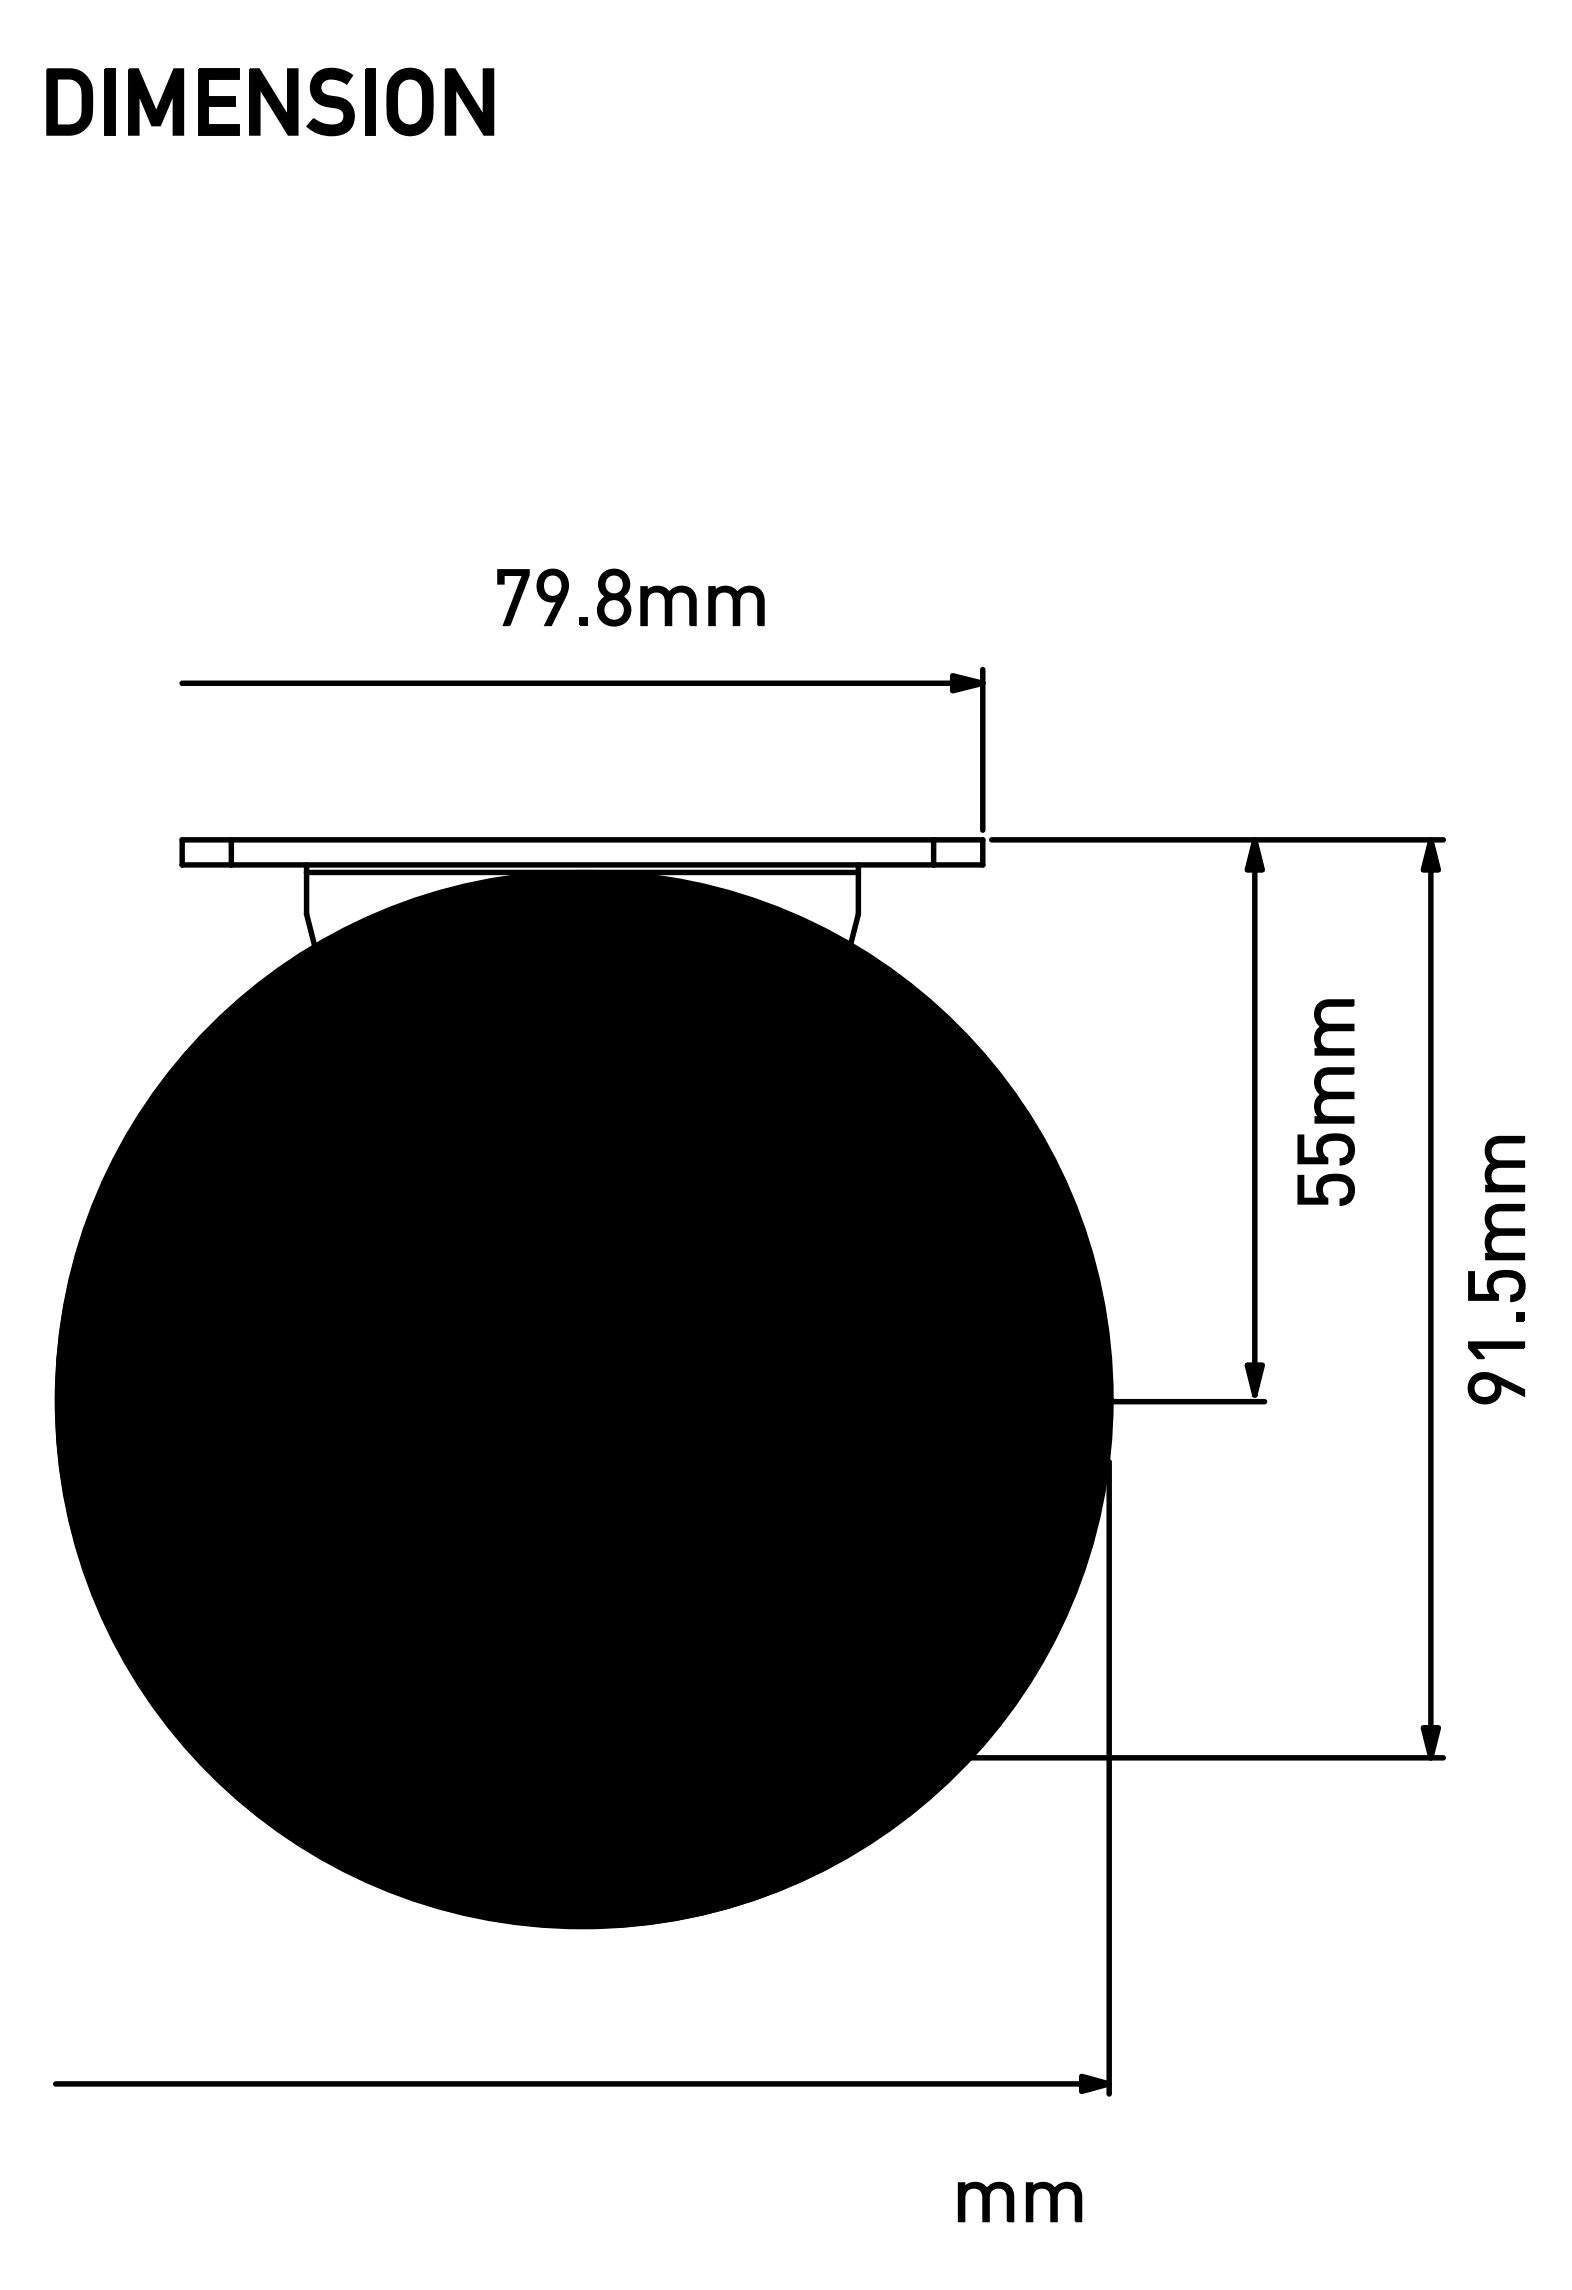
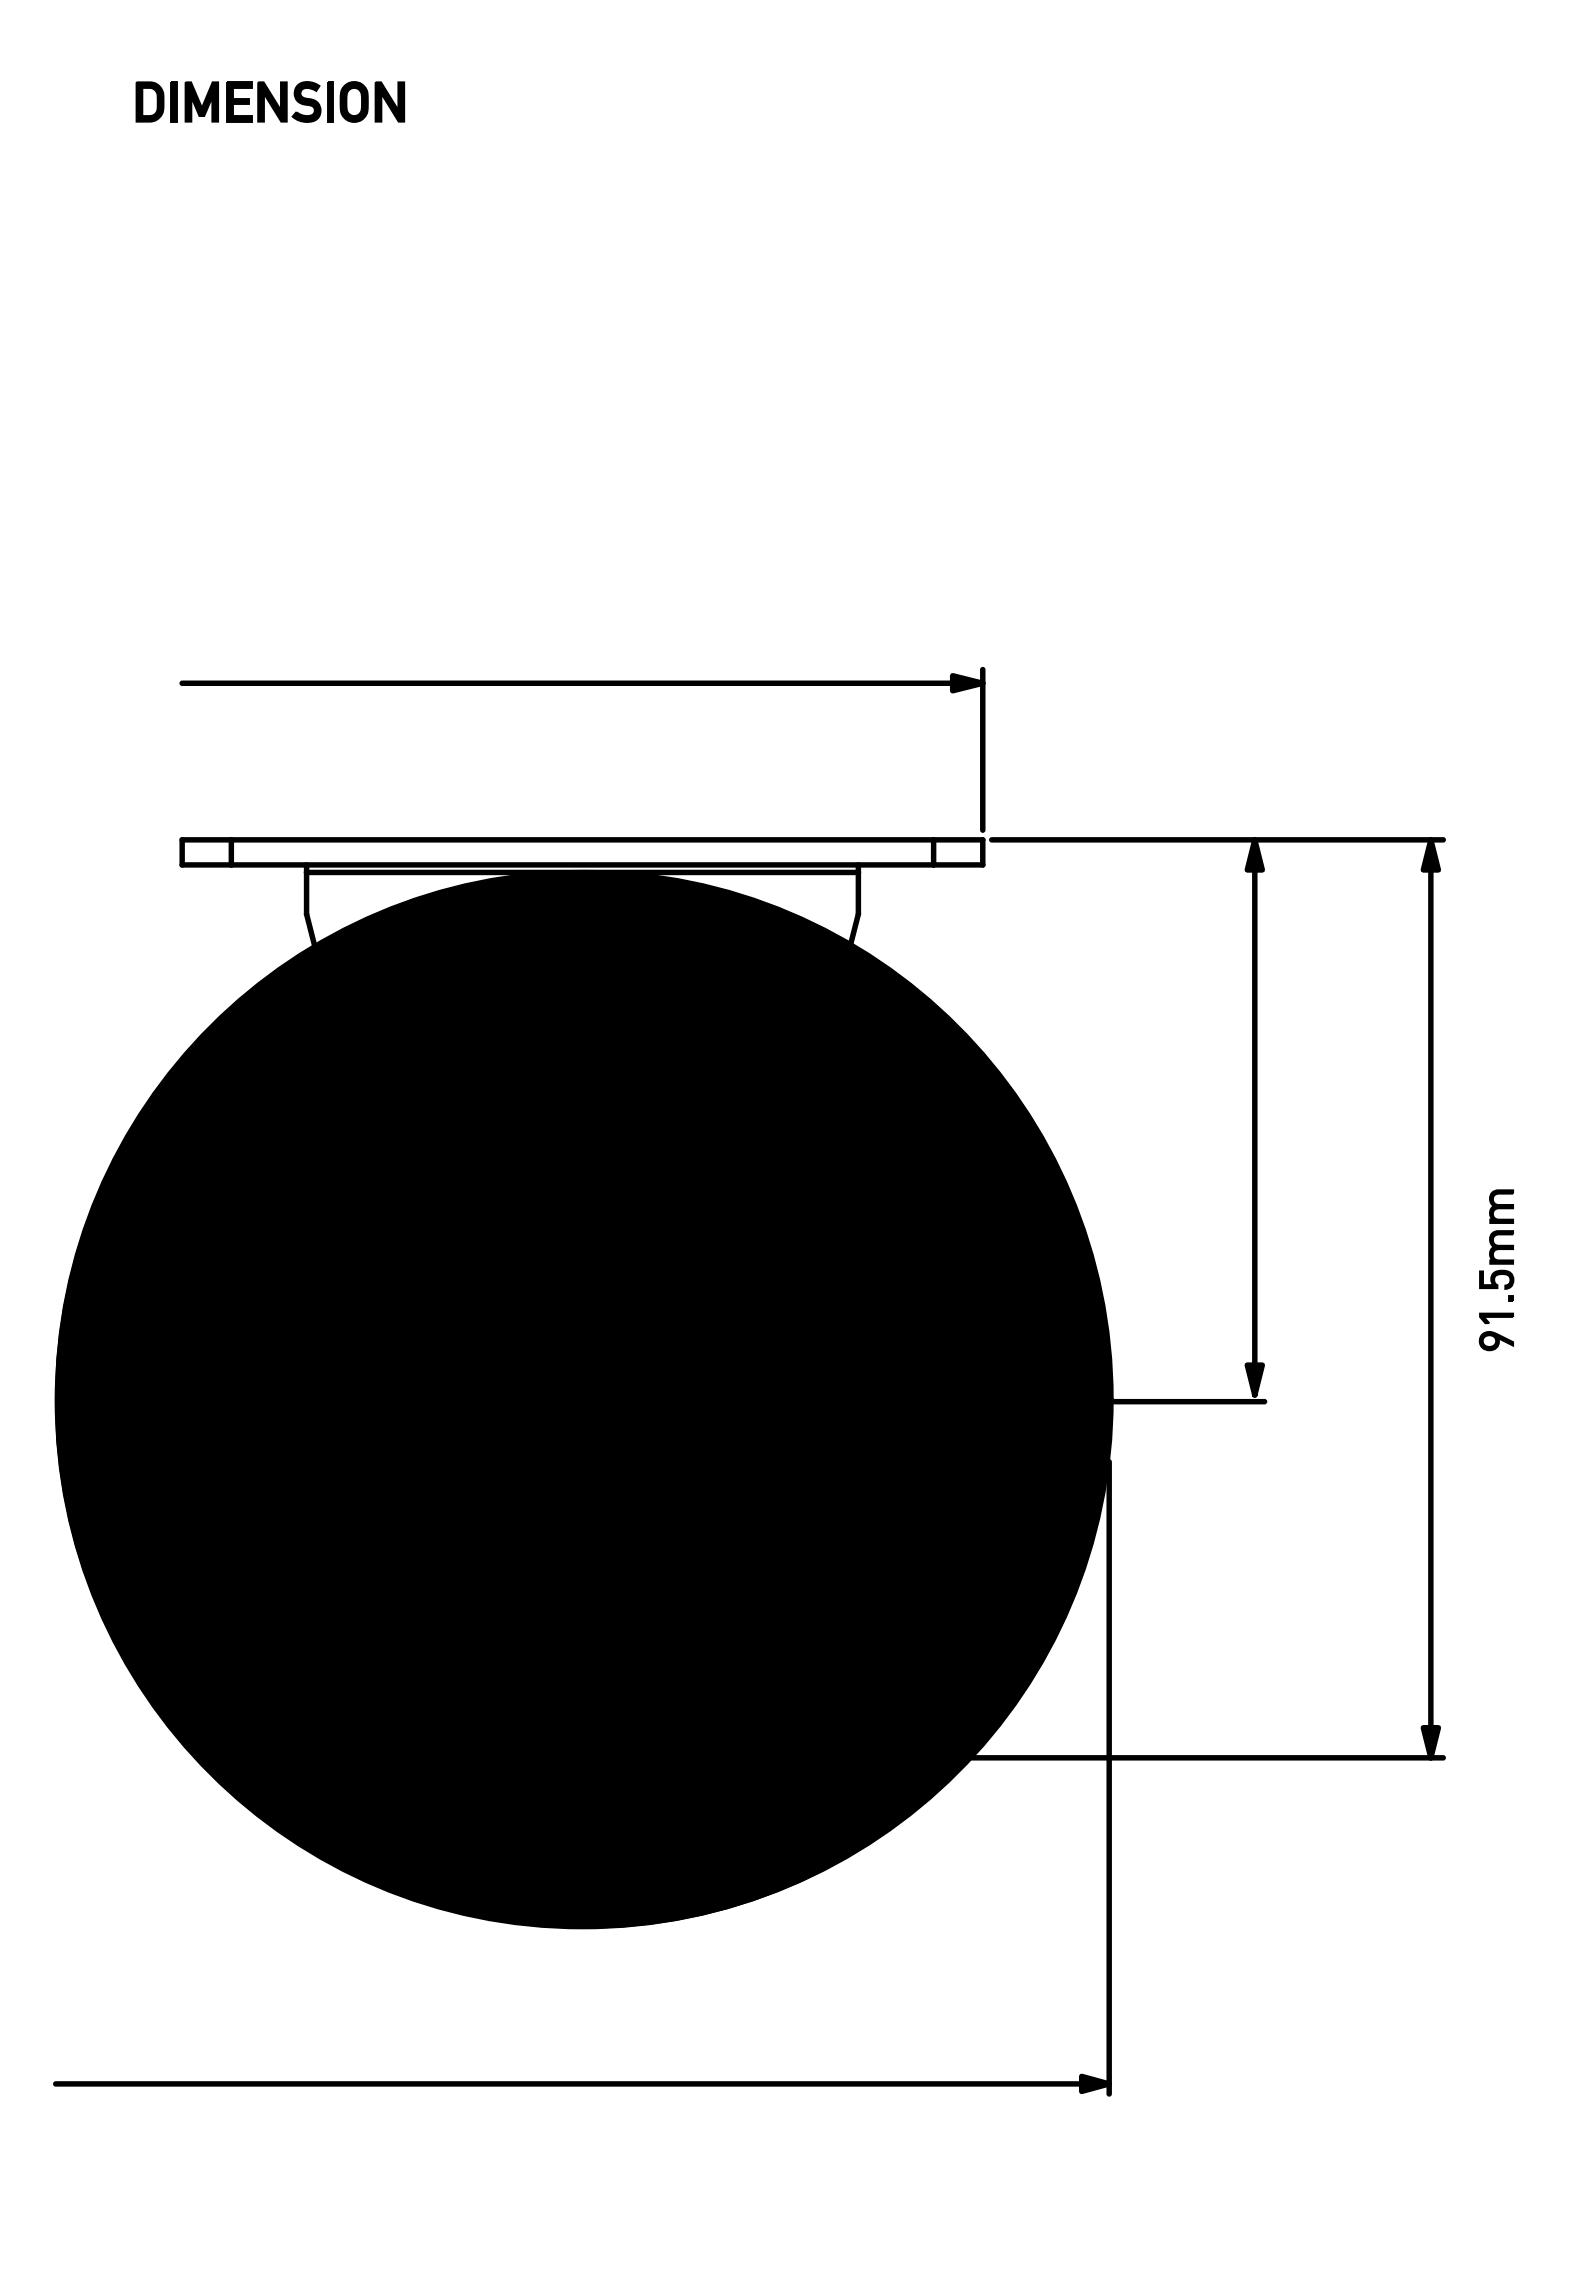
part at (270, 101) size: 449x70 px -> 271x42 px
part at (630, 597): present -> none
part at (1325, 1102): present -> none
part at (1496, 1270) size: 59x269 px -> 37x163 px
part at (1019, 2201): present -> none
